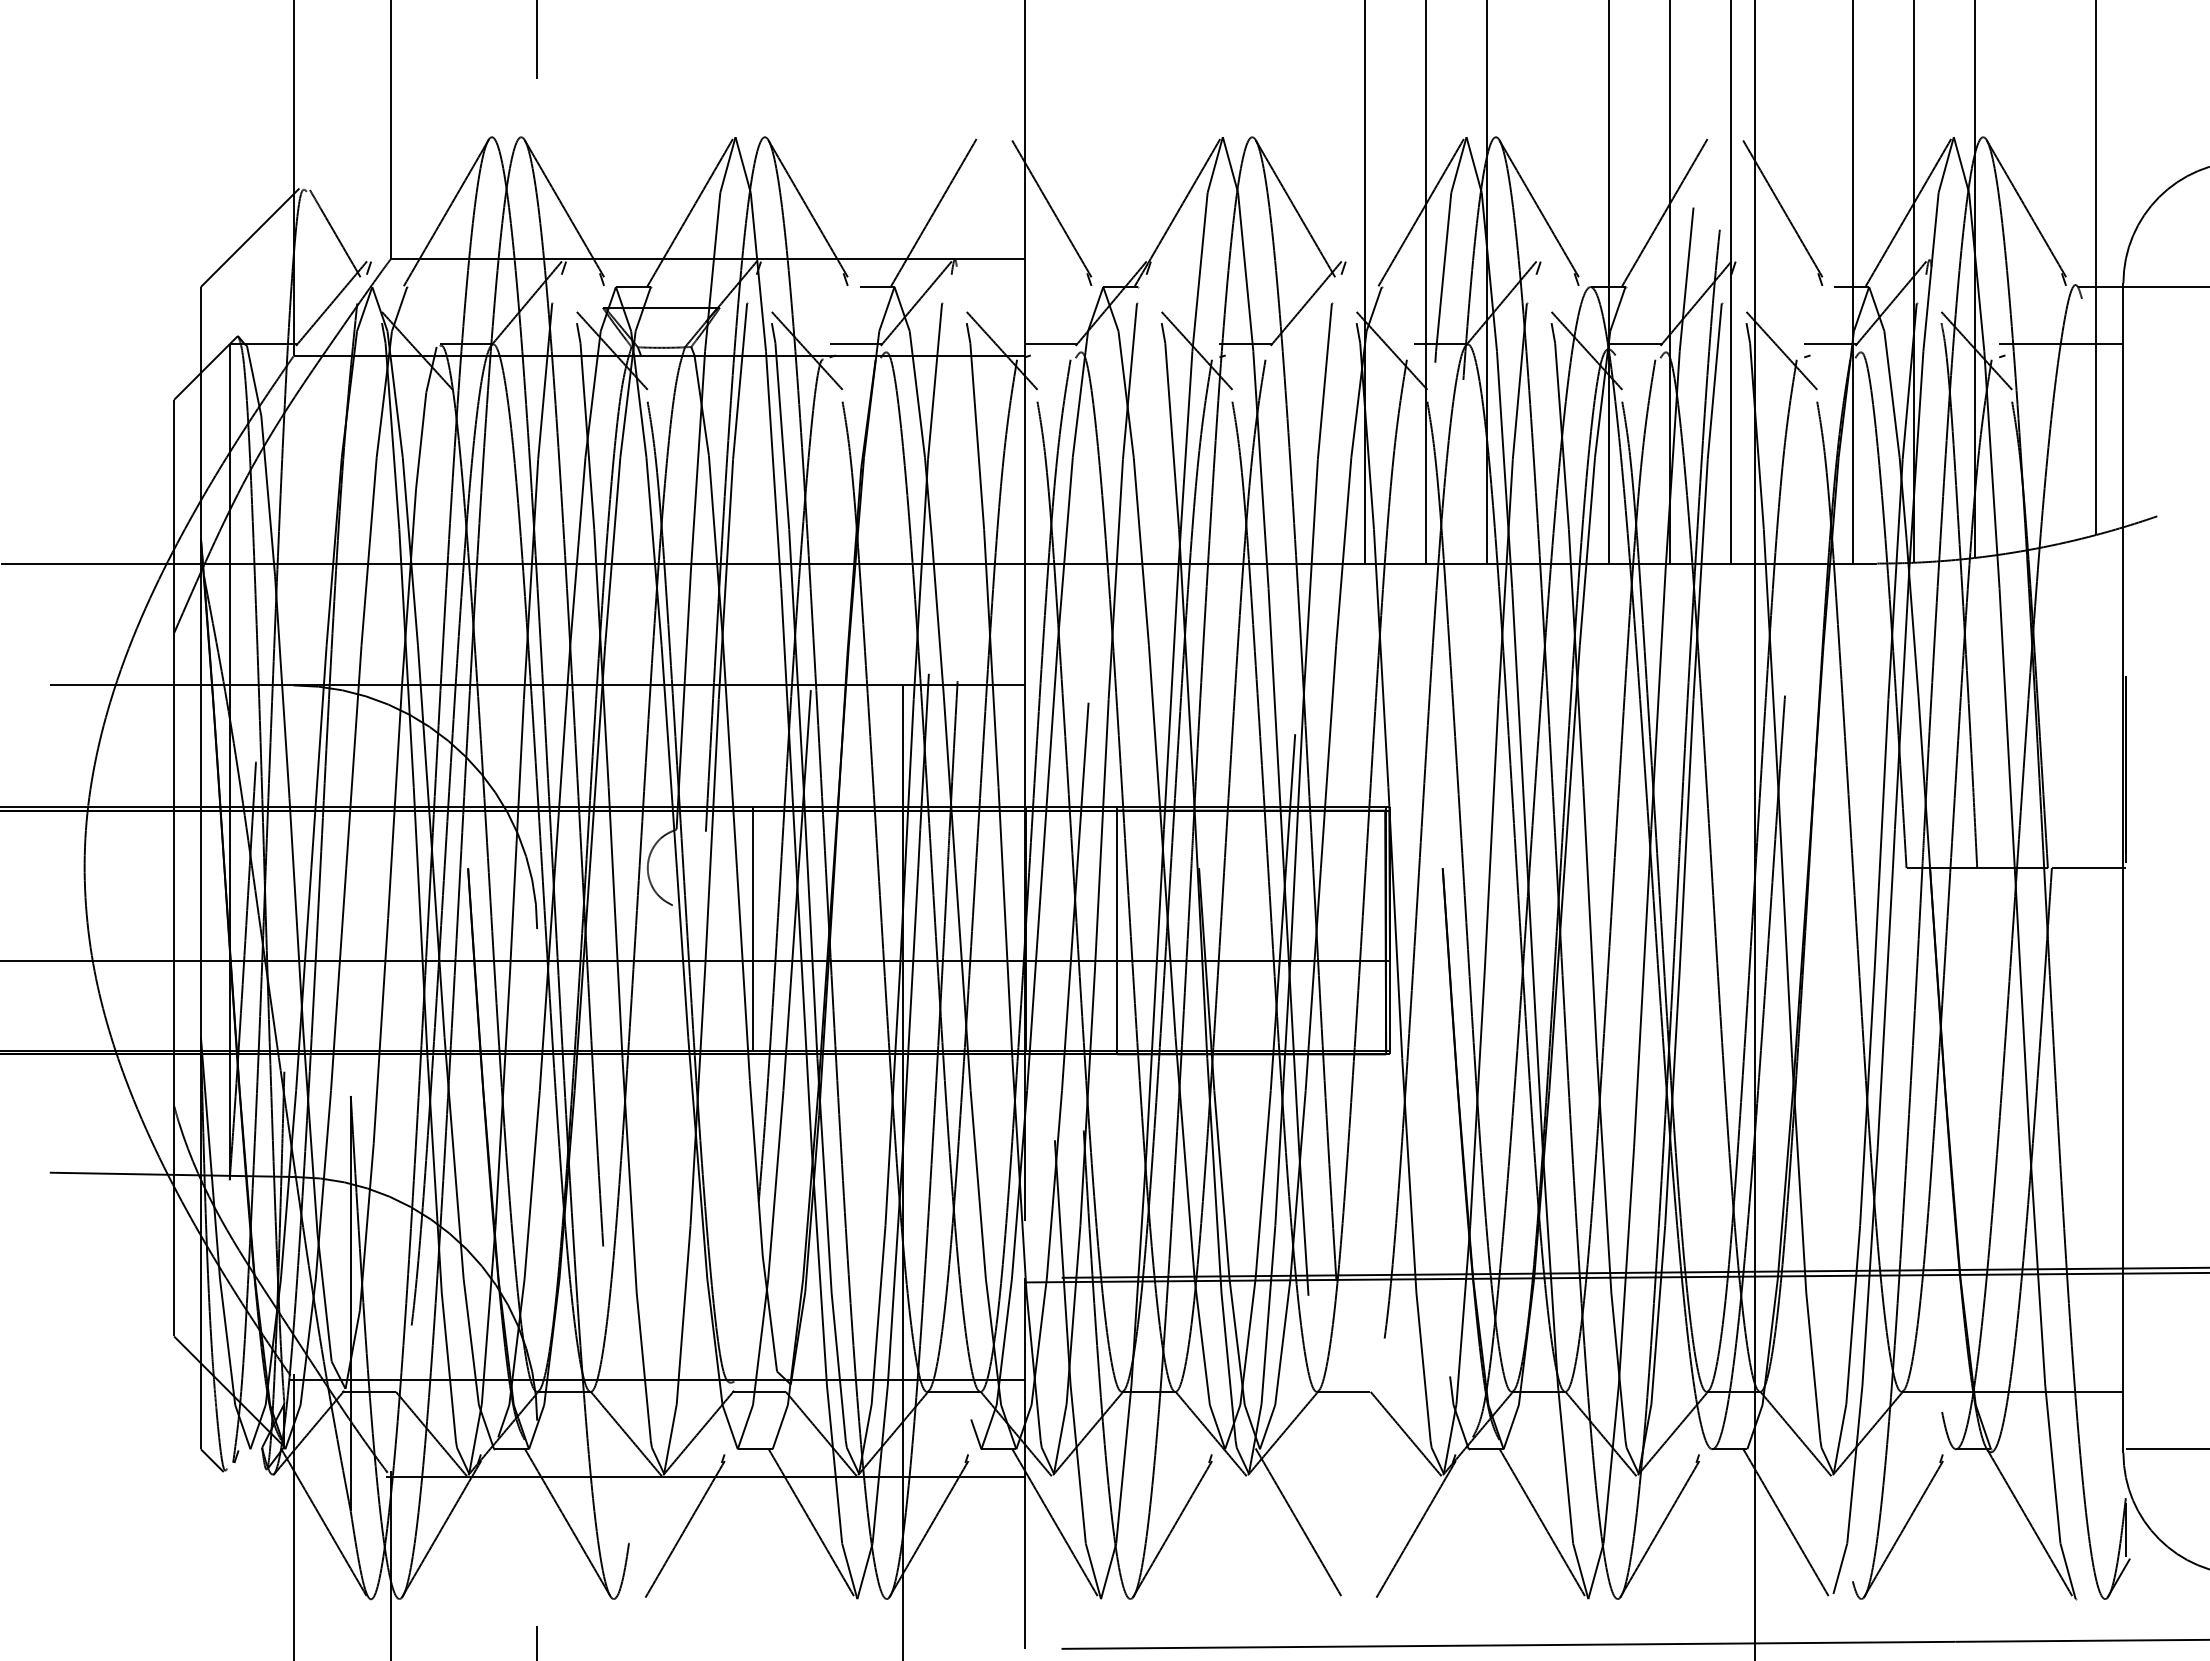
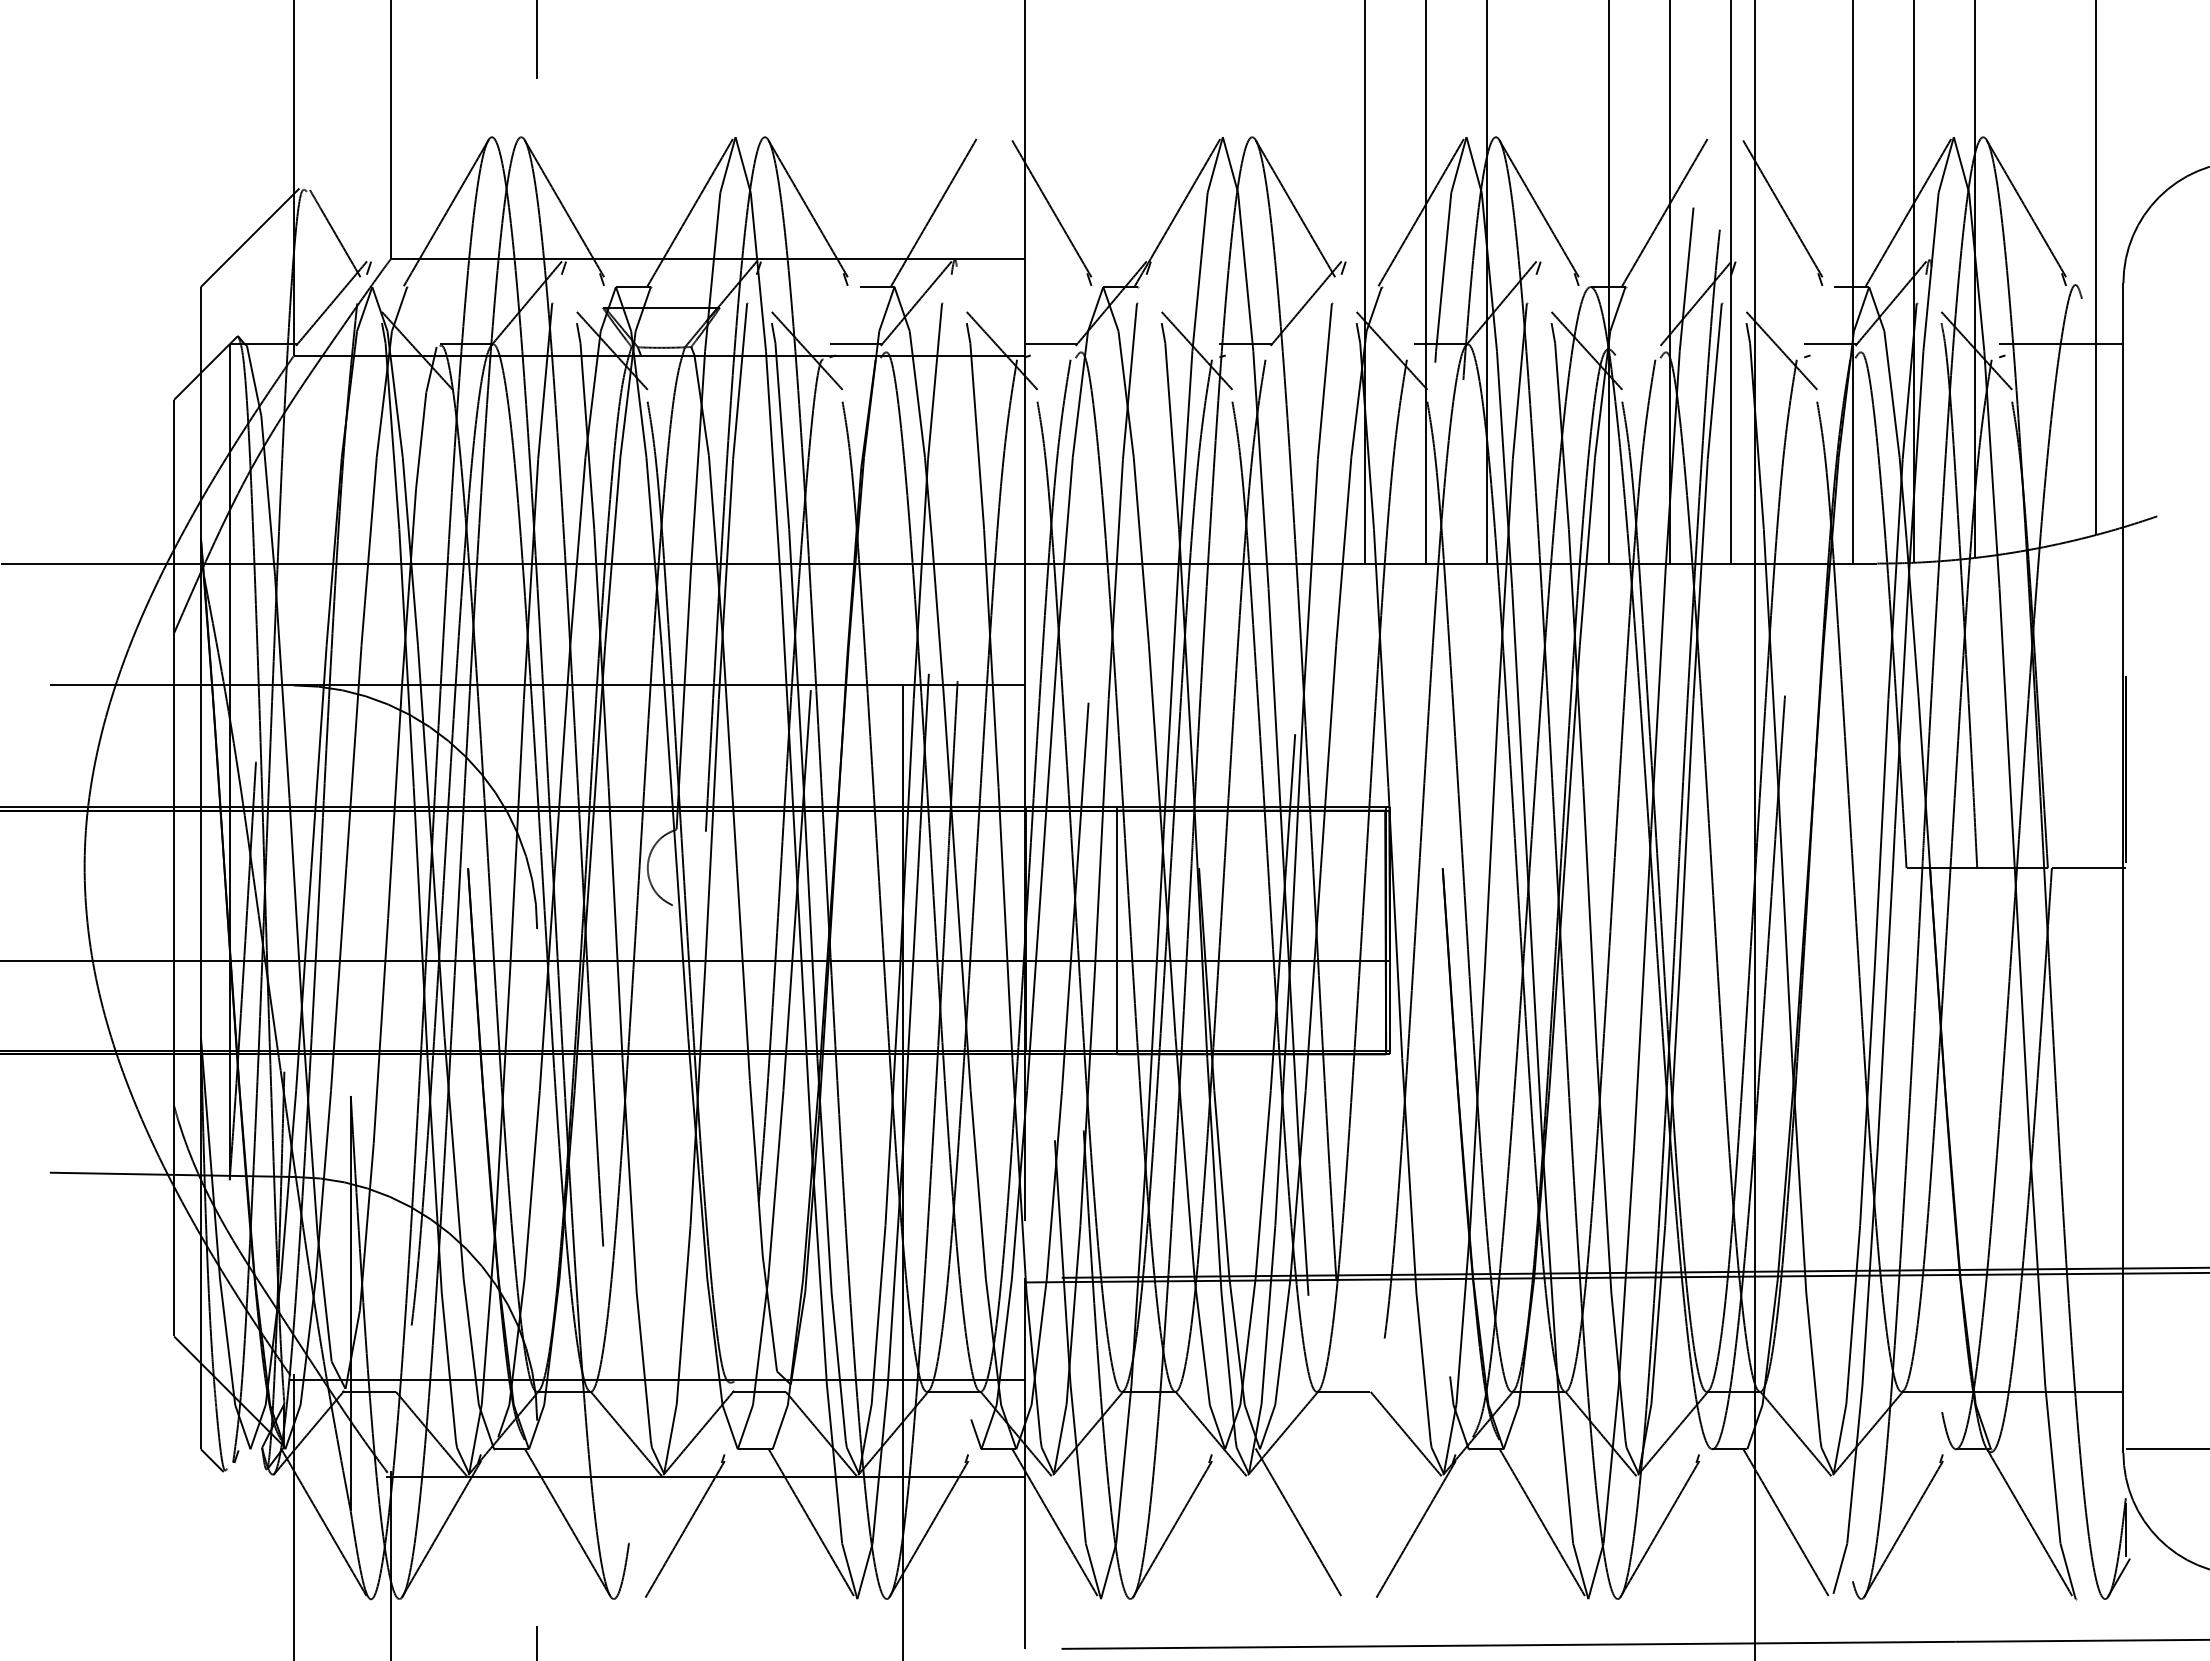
line at (2141, 287): present -> none
line at (1635, 344): present -> none
line at (753, 928): present -> none
